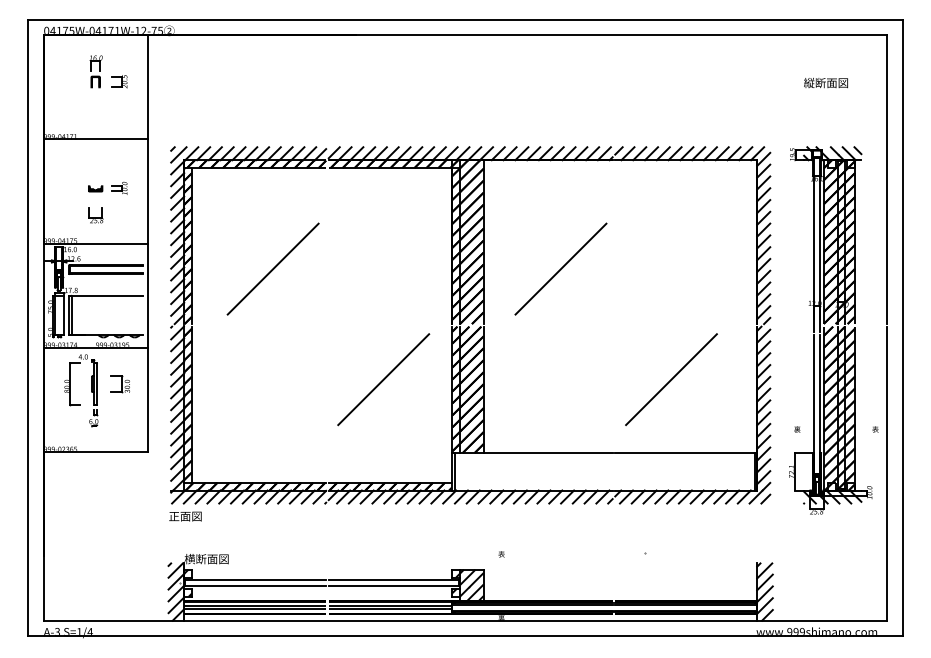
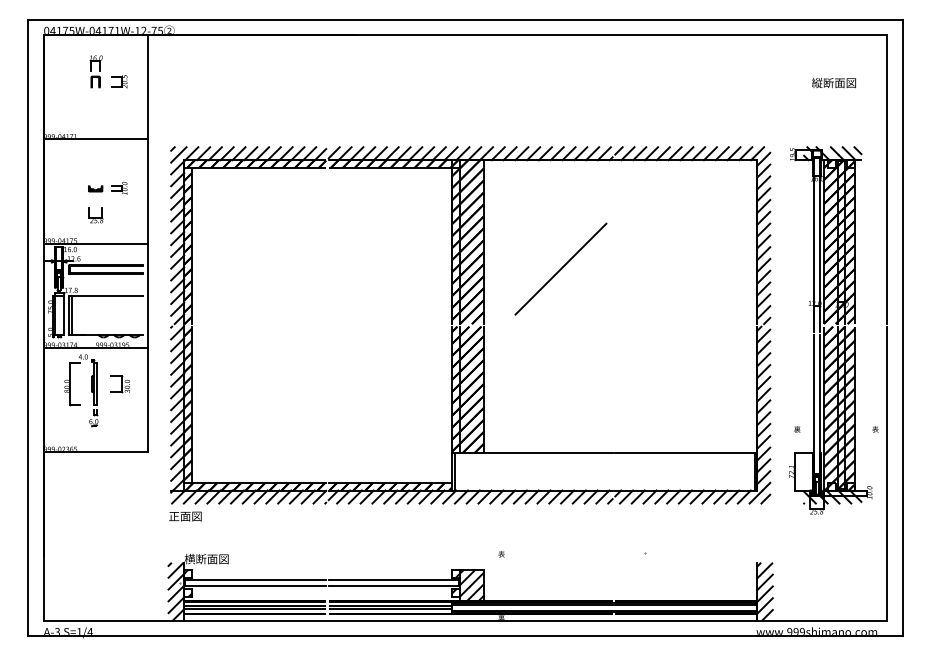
text at (825, 82) position: (825, 82) -> (833, 82)
line at (272, 268): present -> none
line at (383, 379): present -> none
line at (671, 379): present -> none
